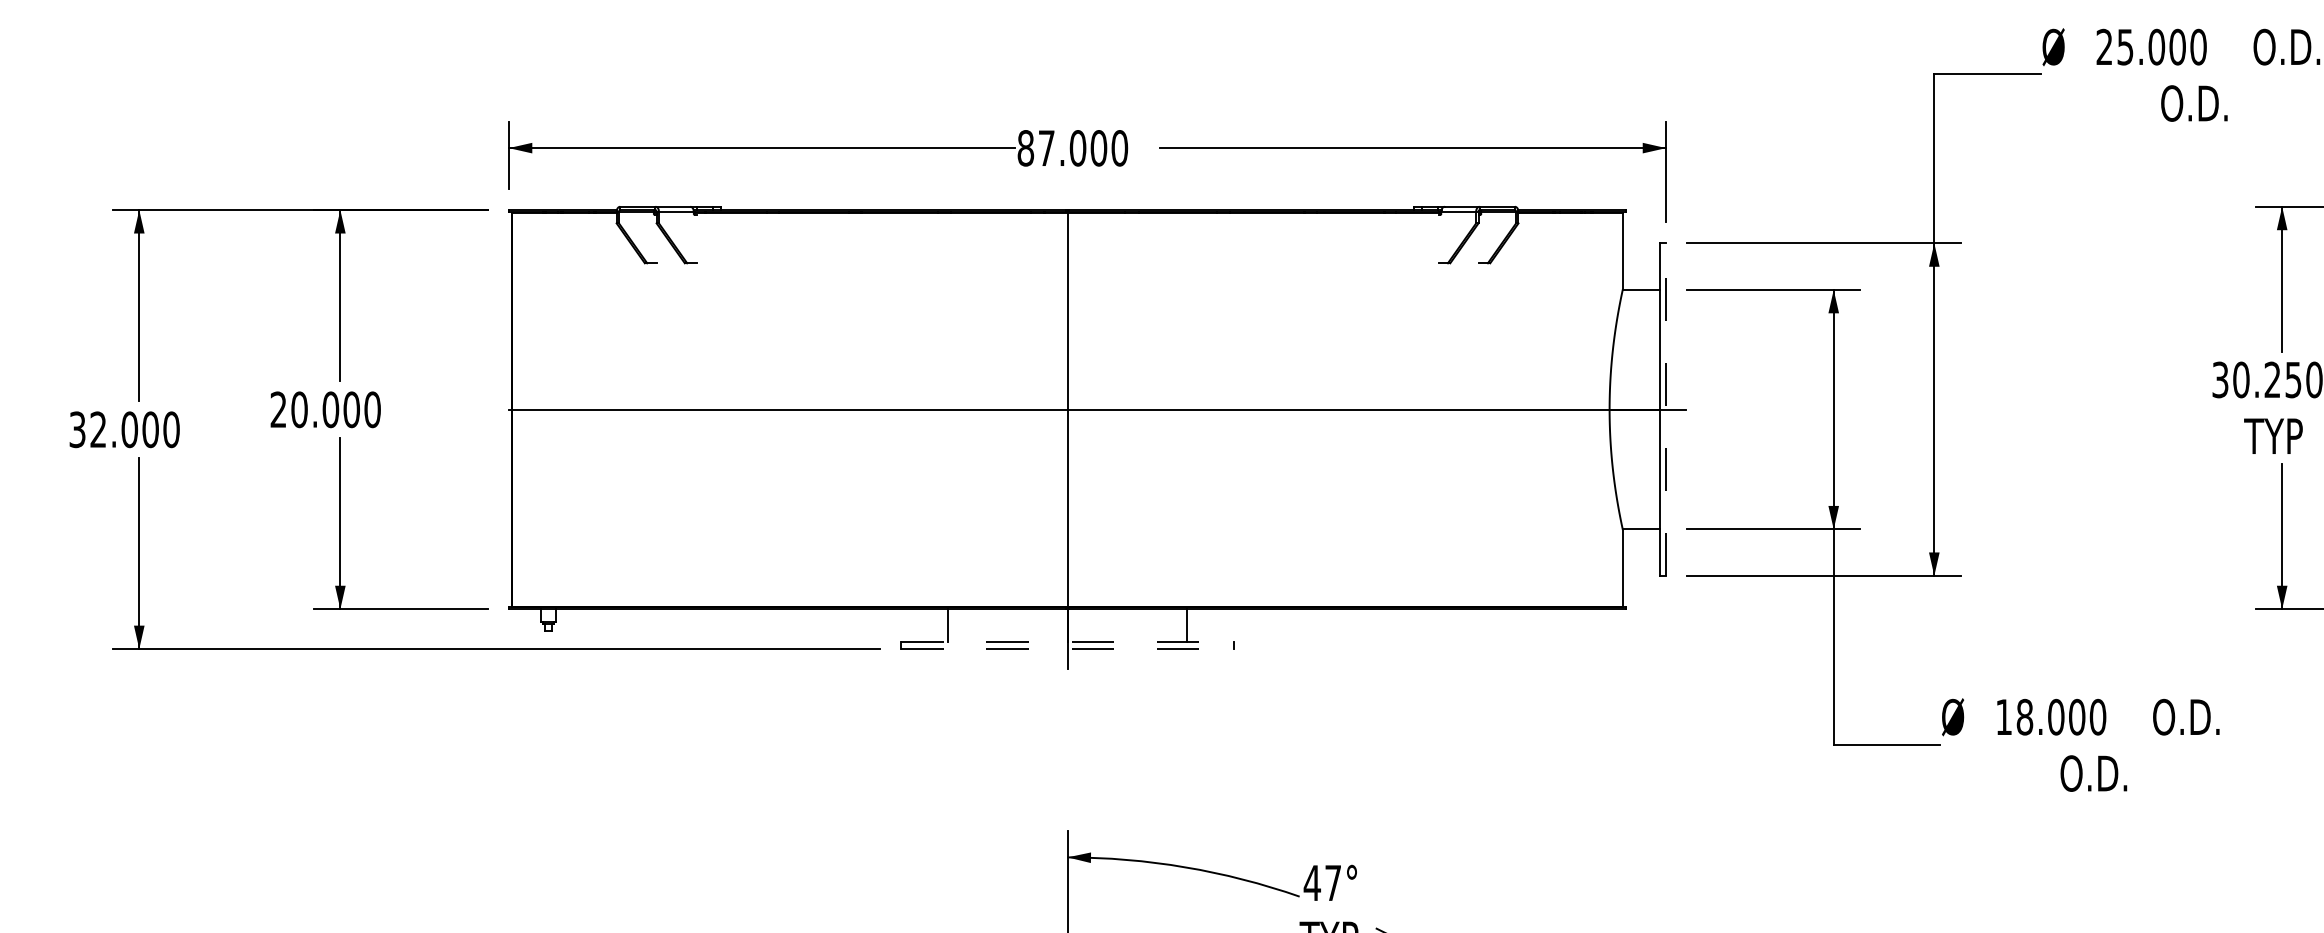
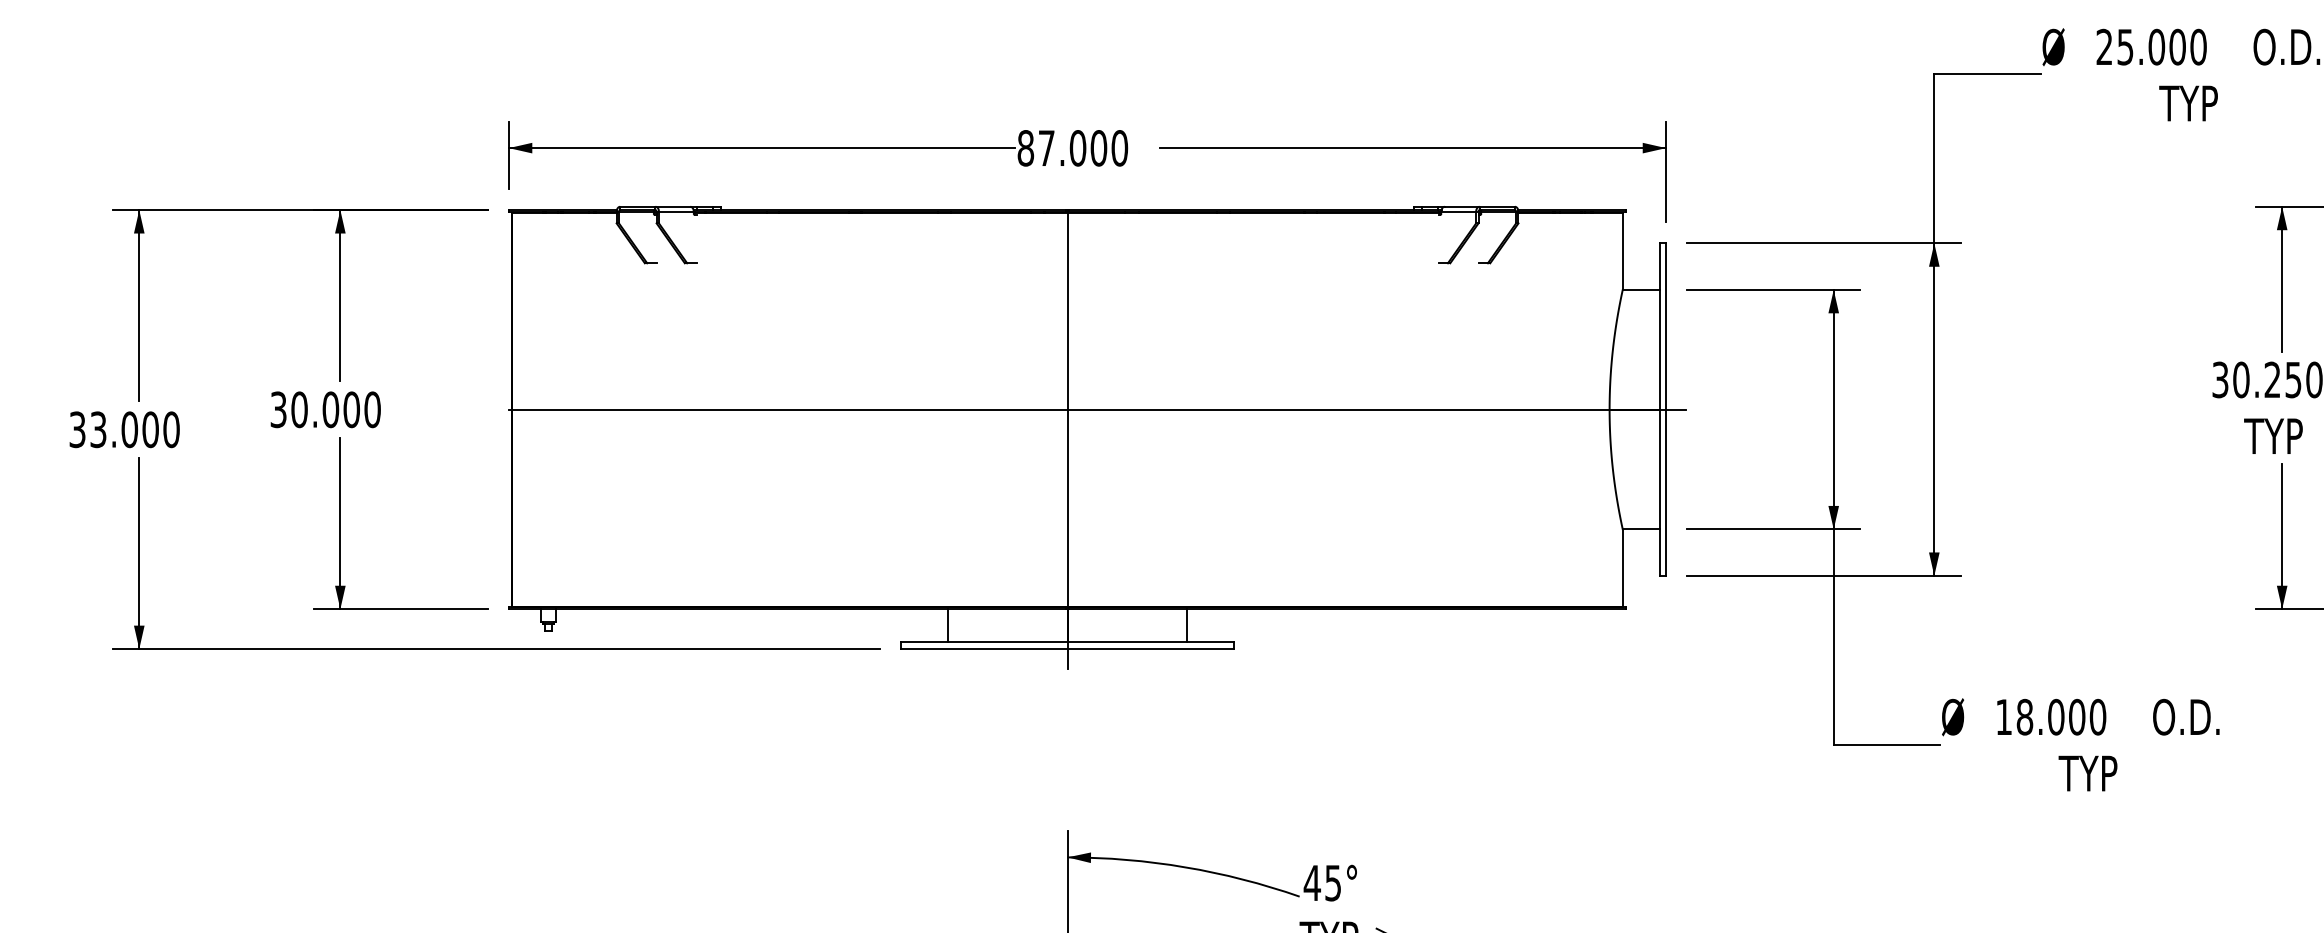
text at (2193, 103): O.D. -> TYP
text at (278, 409): 20.000 -> 30.000
line at (1666, 409): dashed -> solid
text at (98, 429): 32.000 -> 33.000
line at (1068, 642): dashed -> solid
line at (1068, 649): dashed -> solid
text at (2092, 773): O.D. -> TYP
text at (1332, 883): 47° -> 45°
